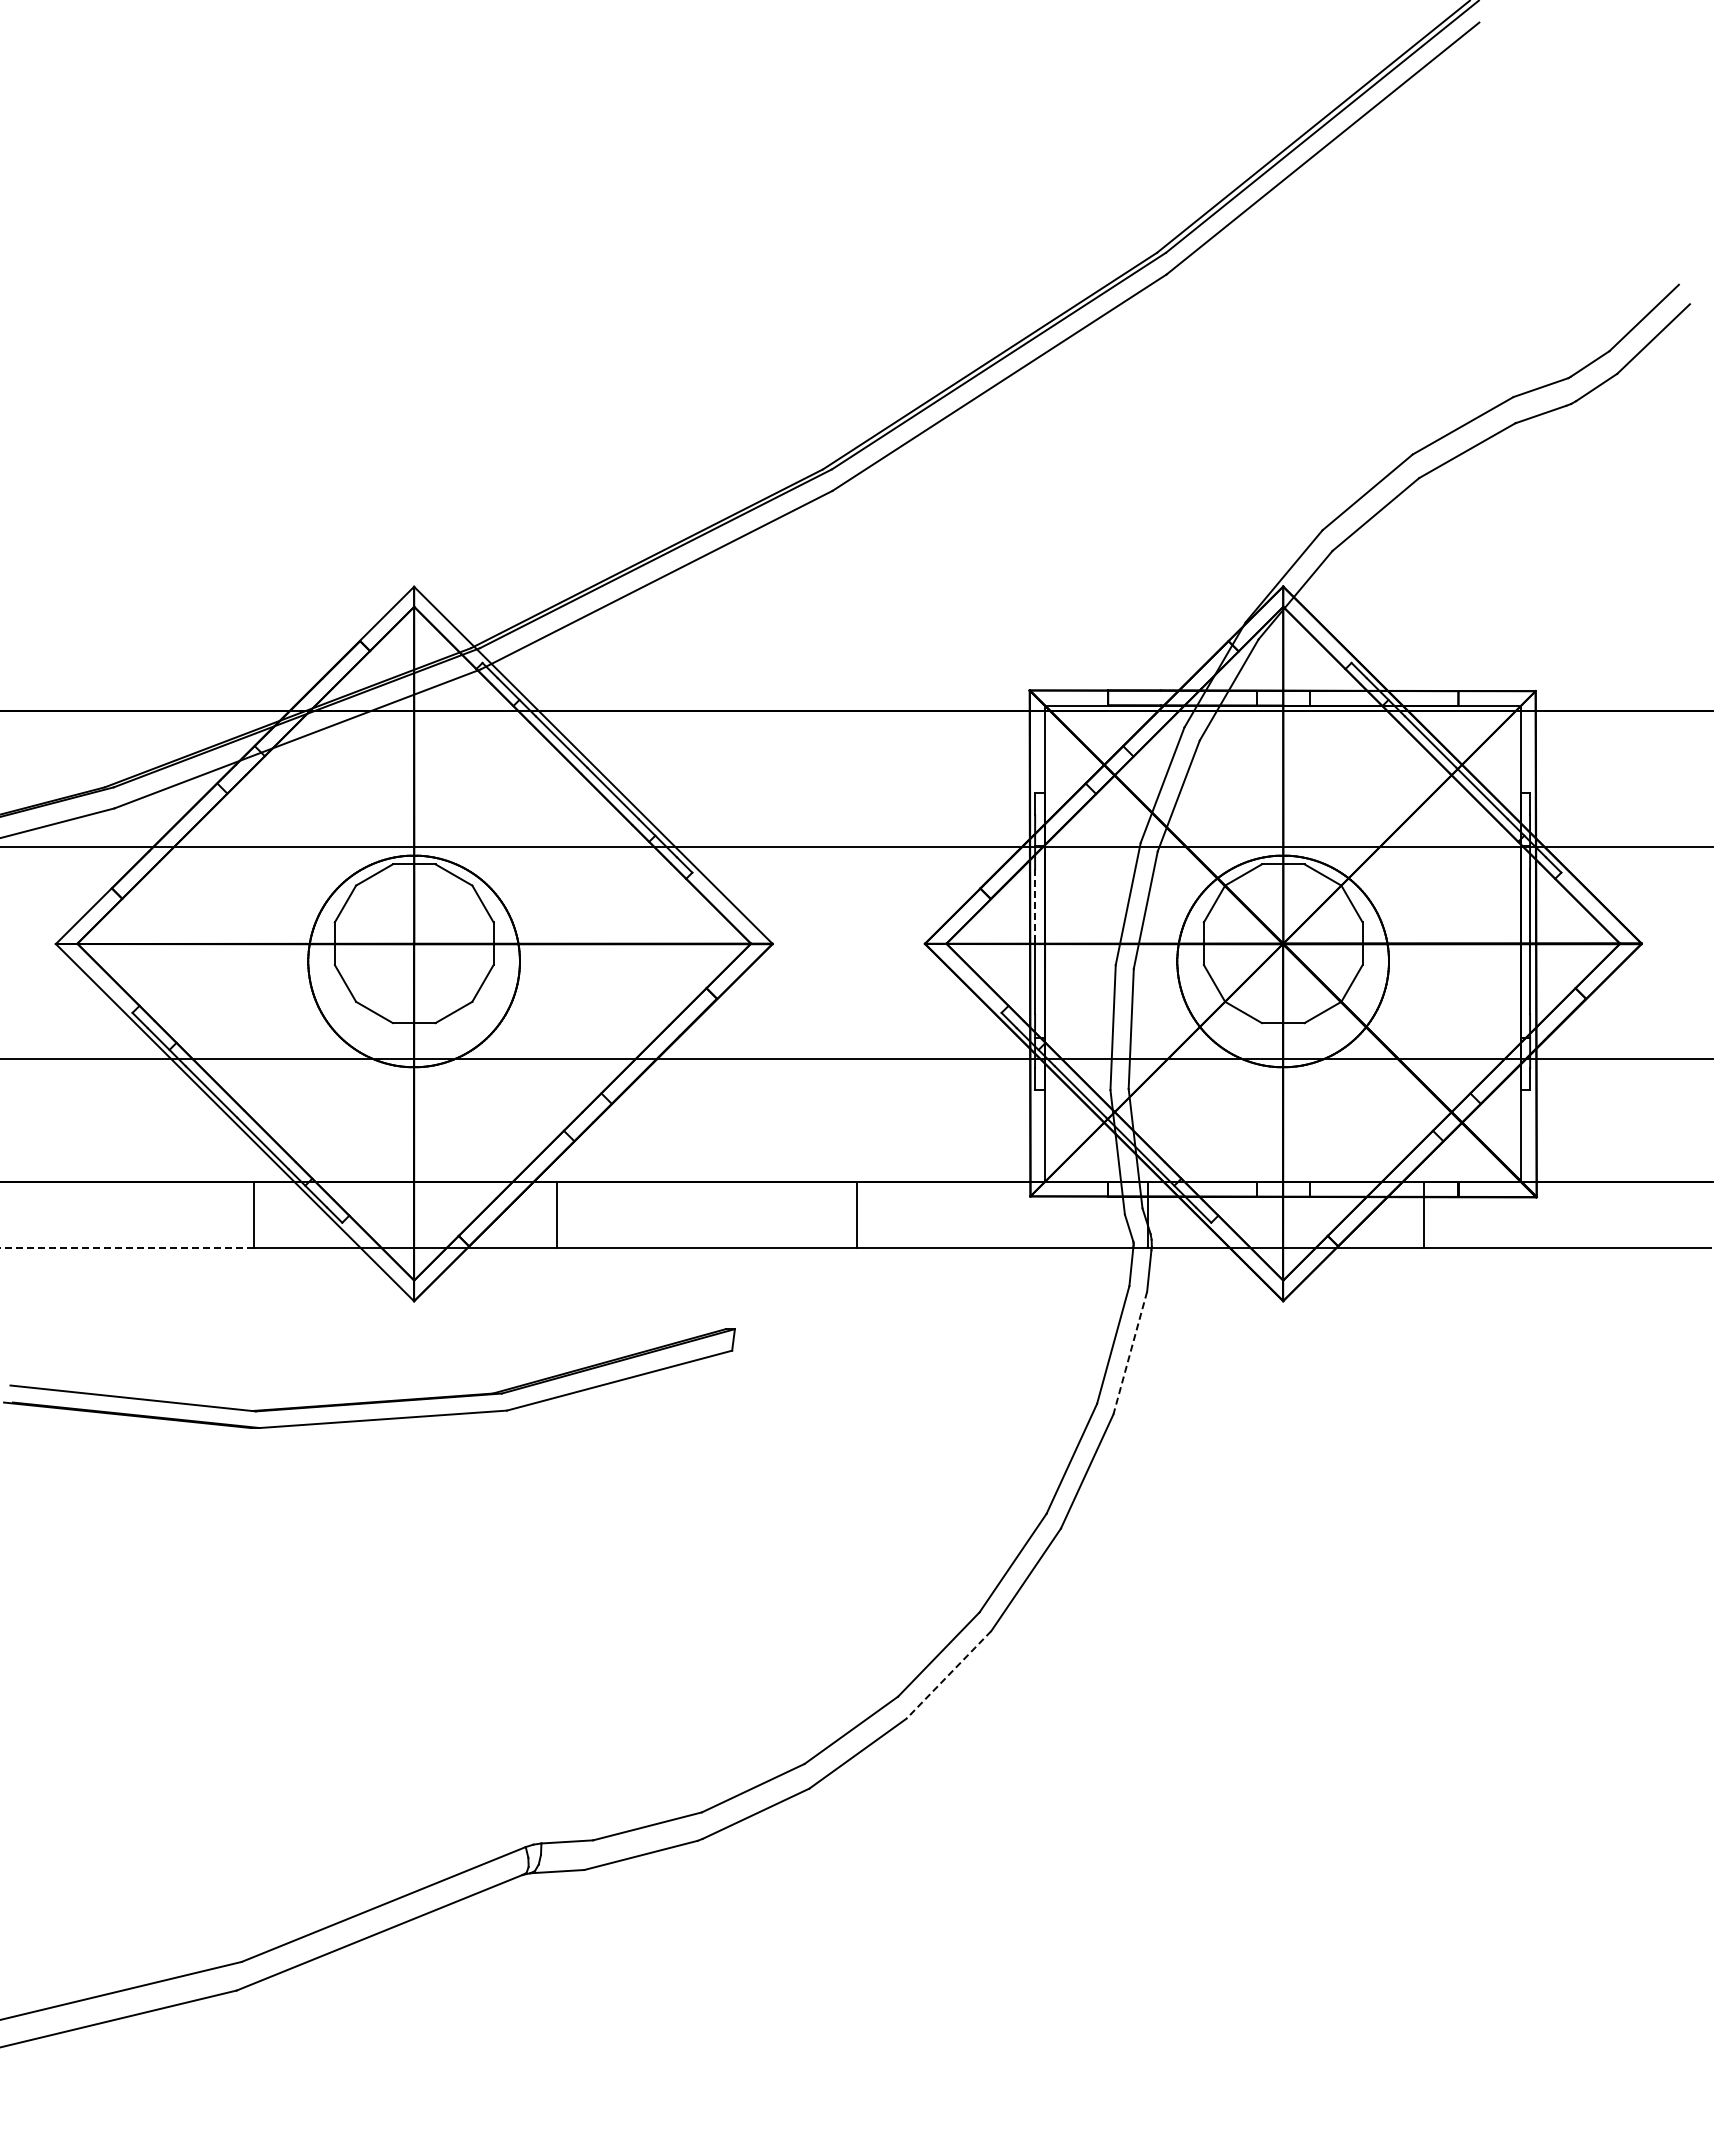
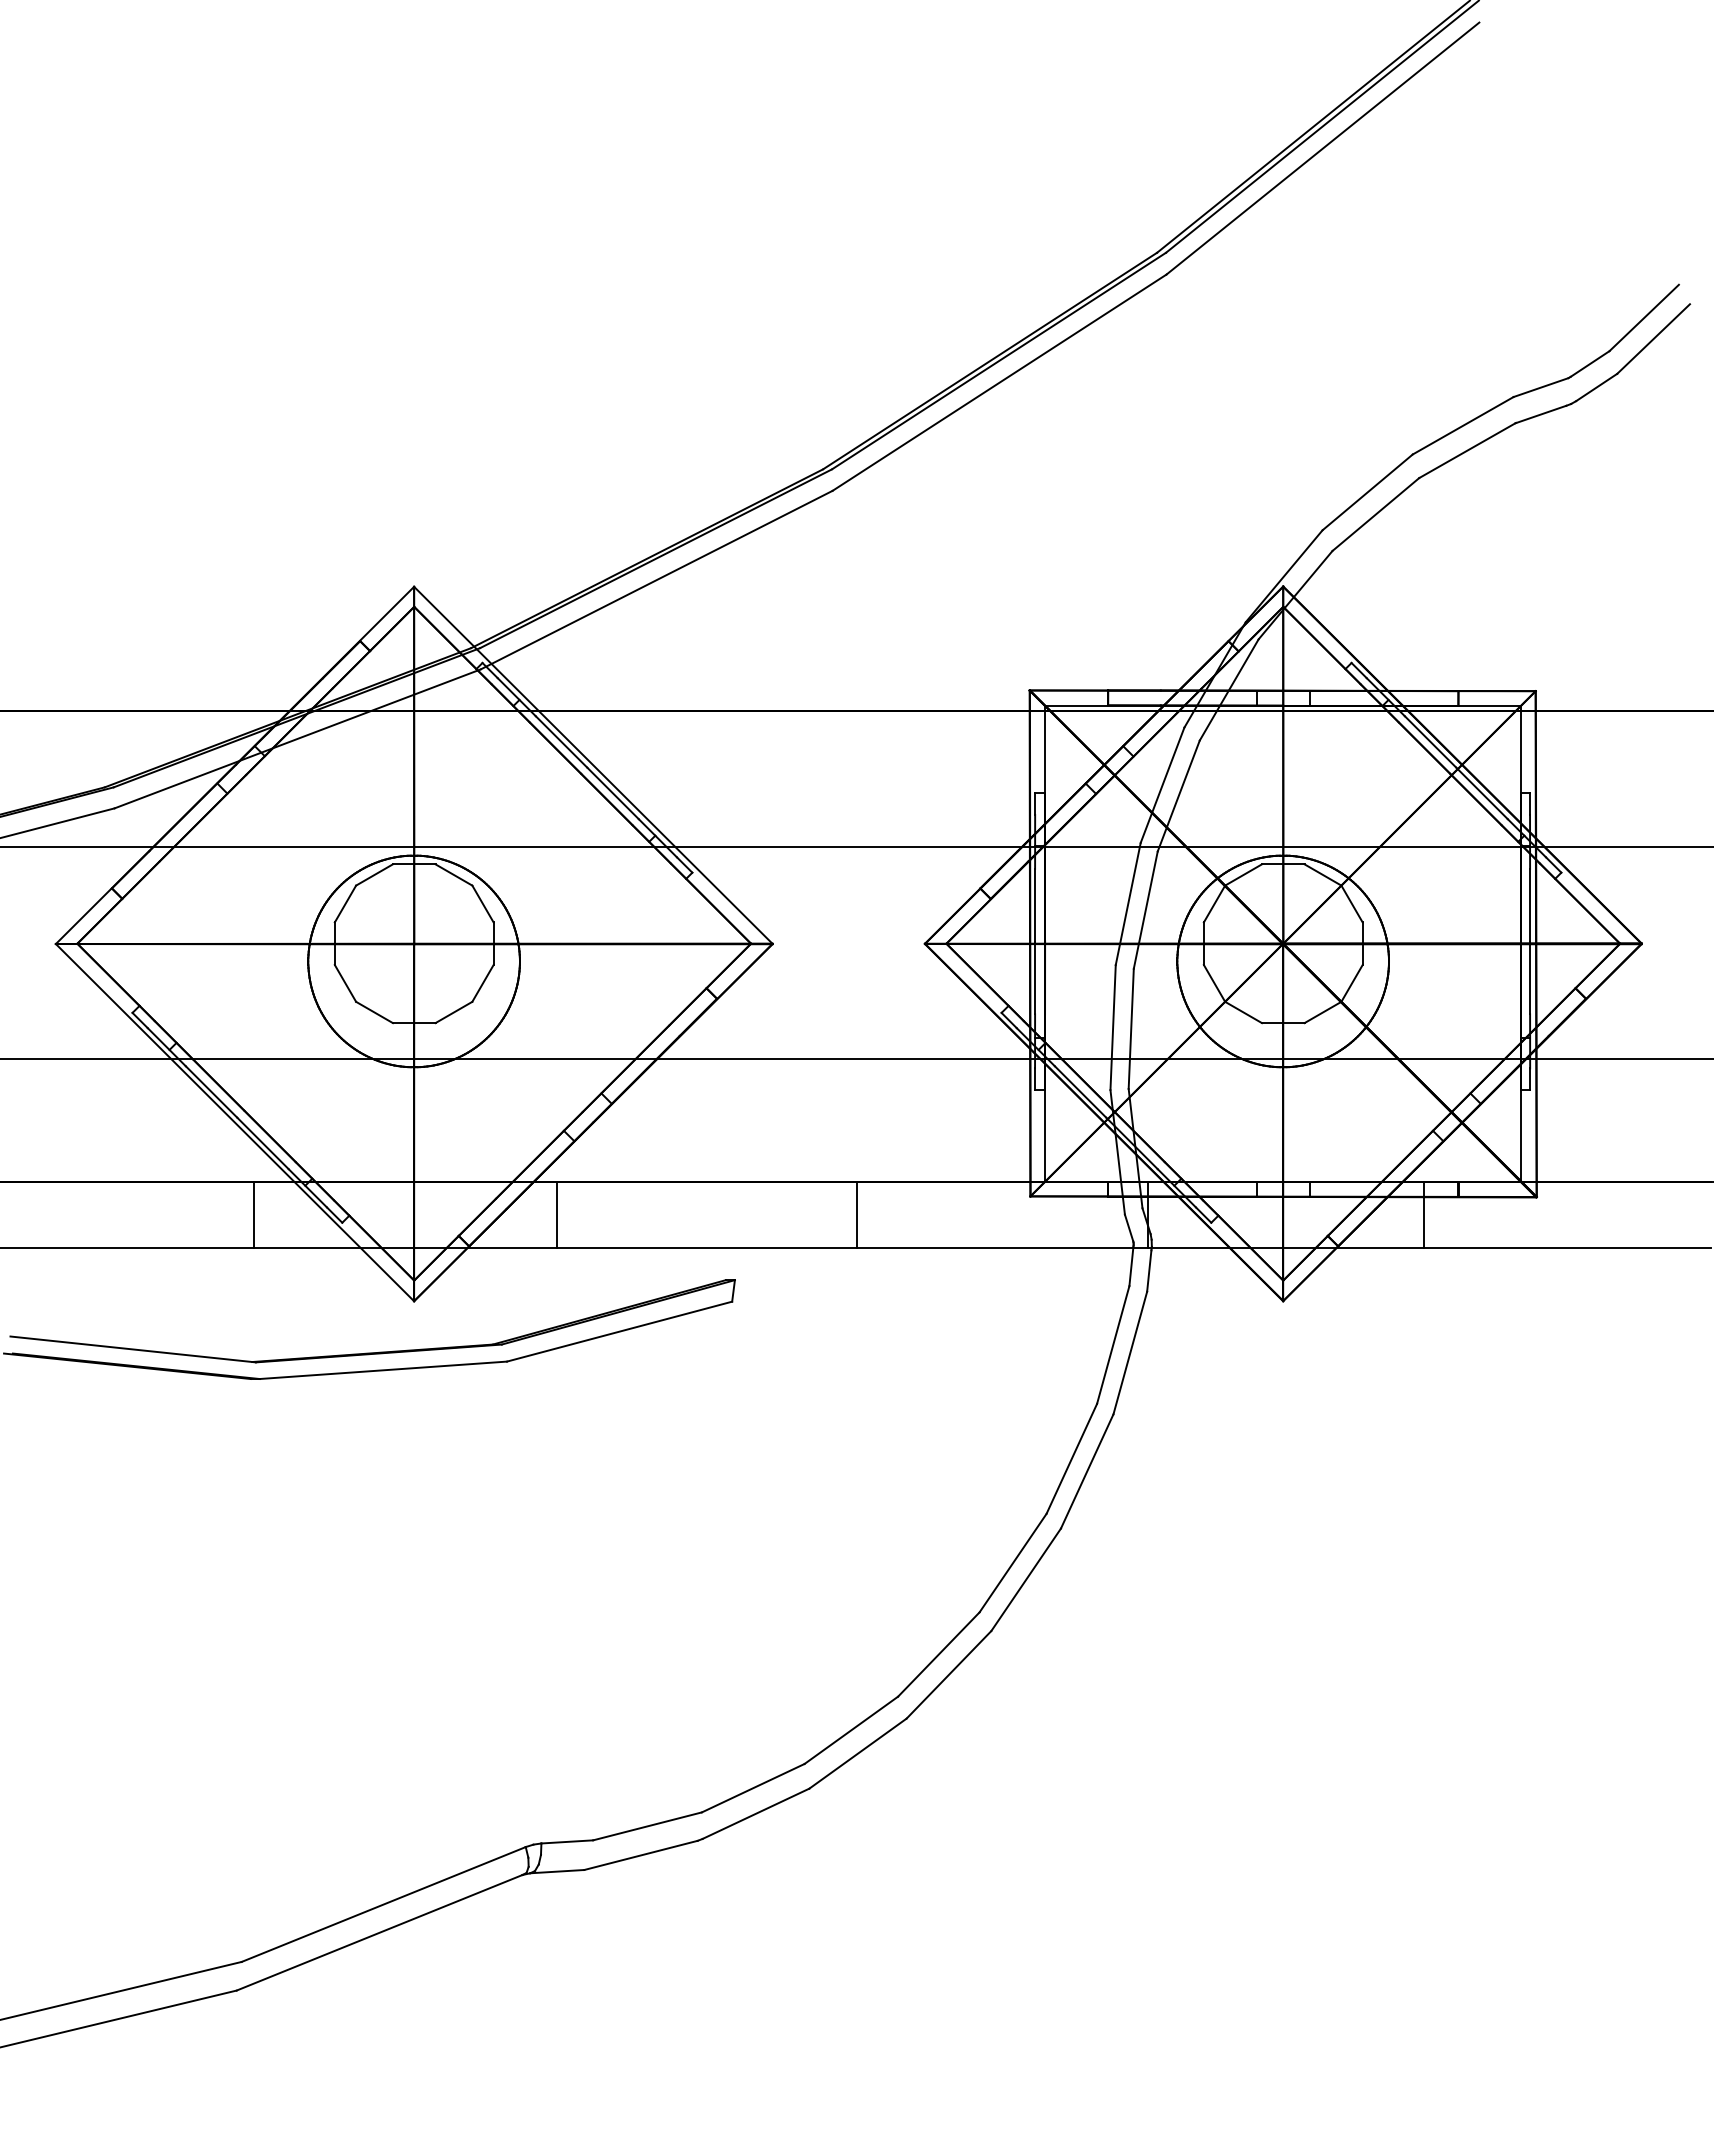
line at (1035, 905): dashed -> solid
line at (126, 1247): dashed -> solid
line at (1130, 1353): dashed -> solid
part at (369, 1401) position: (369, 1401) -> (369, 1352)
line at (949, 1674): dashed -> solid
